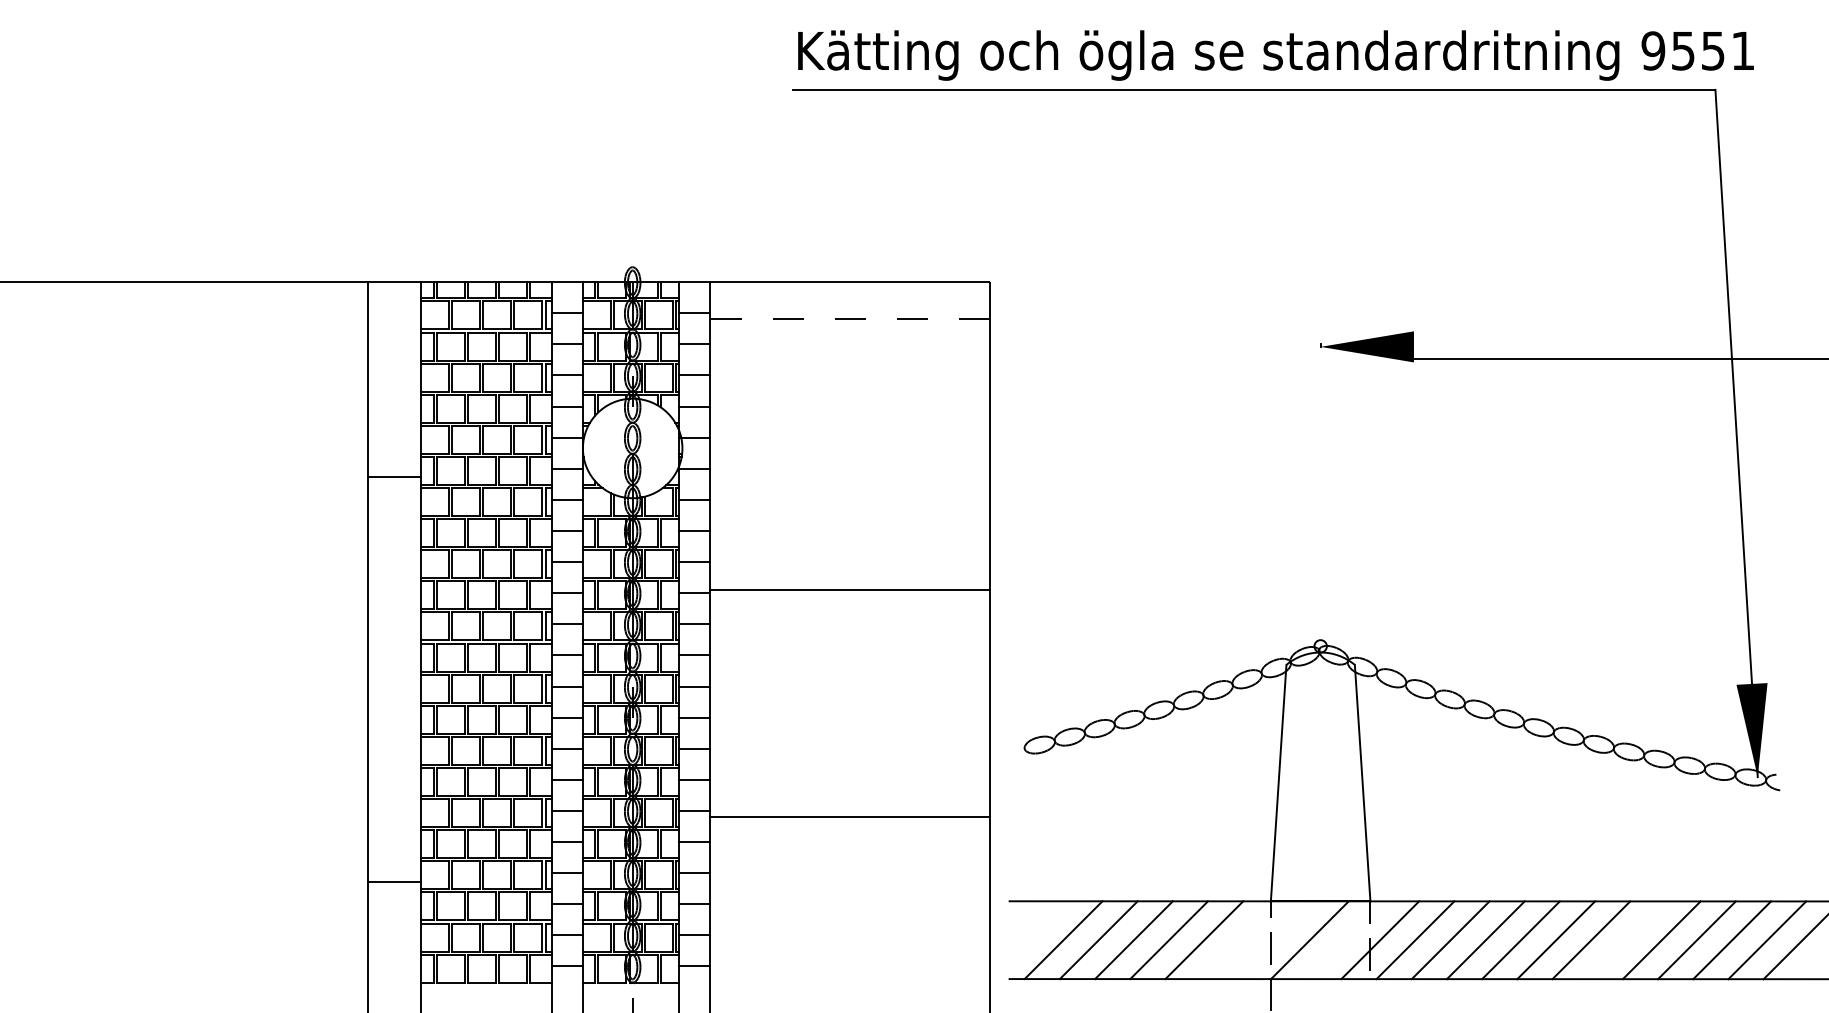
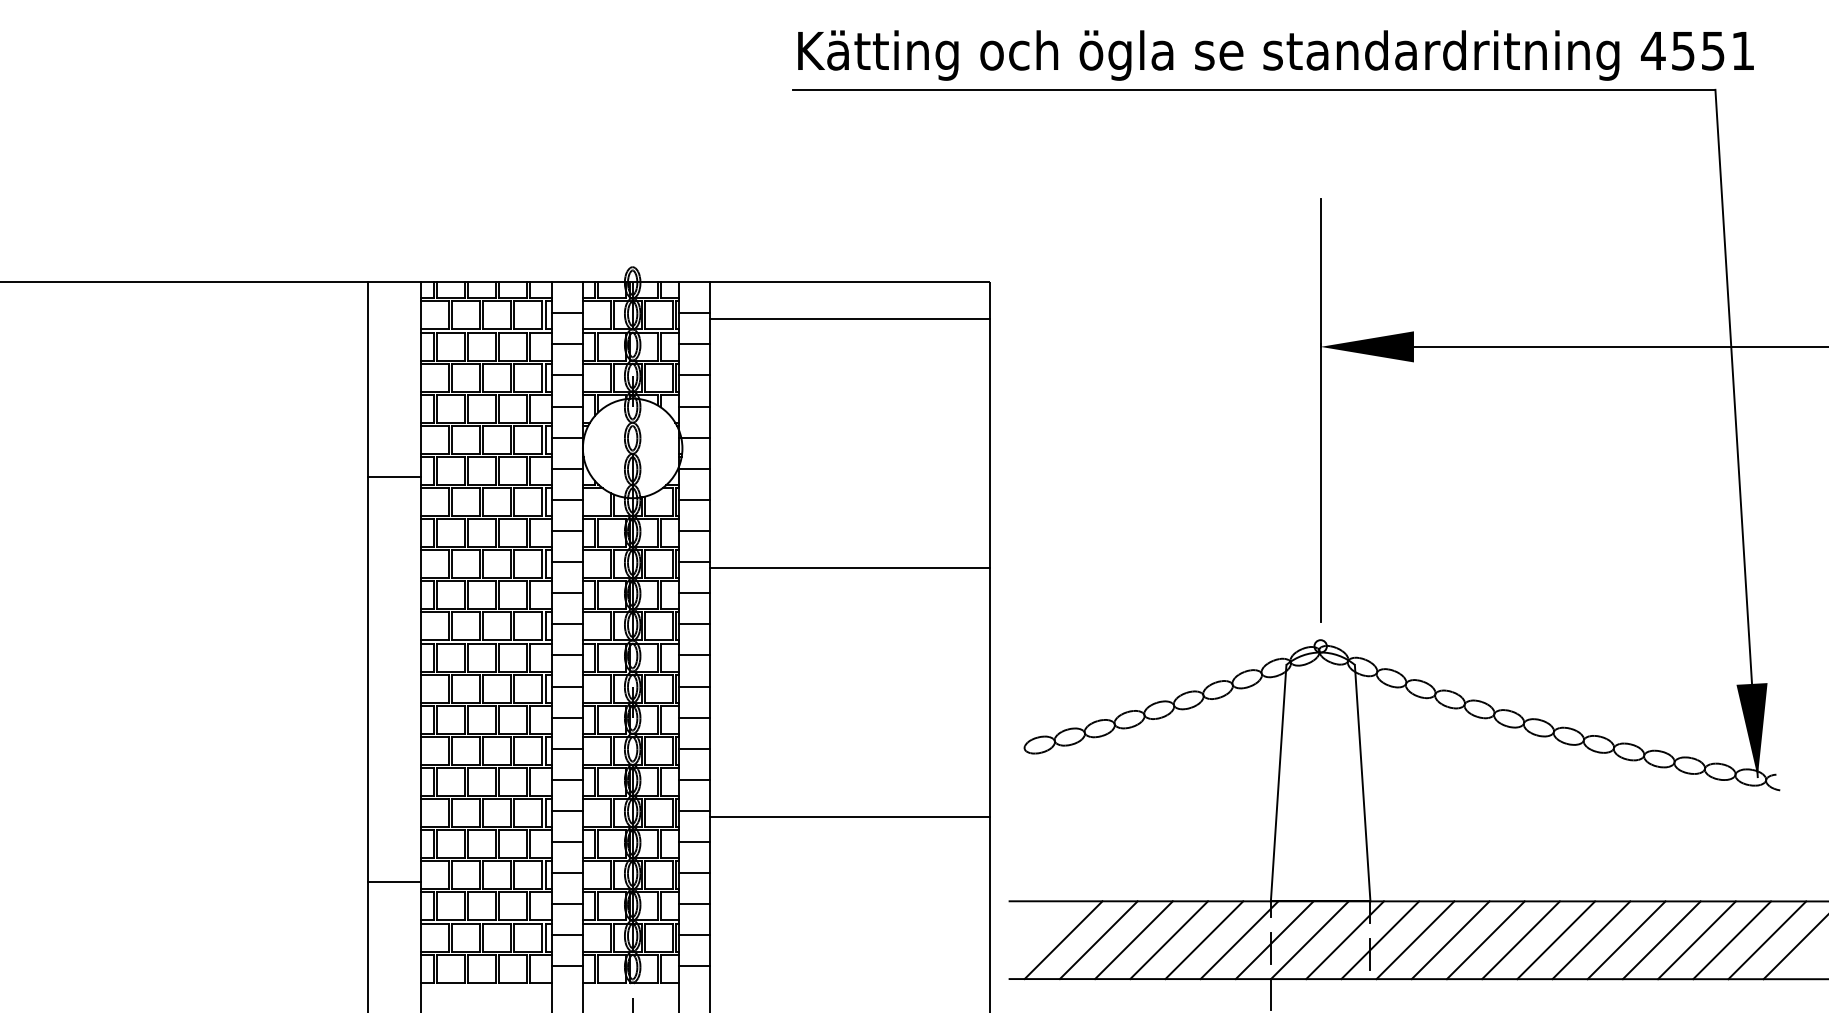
text at (1652, 50): 9551 -> 4551
line at (850, 319): dashed -> solid
line at (1619, 358) position: (1619, 358) -> (1619, 346)
line at (1320, 410): none -> present
line at (850, 590) position: (850, 590) -> (850, 568)
line at (1239, 940): none -> present
line at (1274, 940): none -> present
line at (1344, 940): none -> present
line at (1626, 940): none -> present
